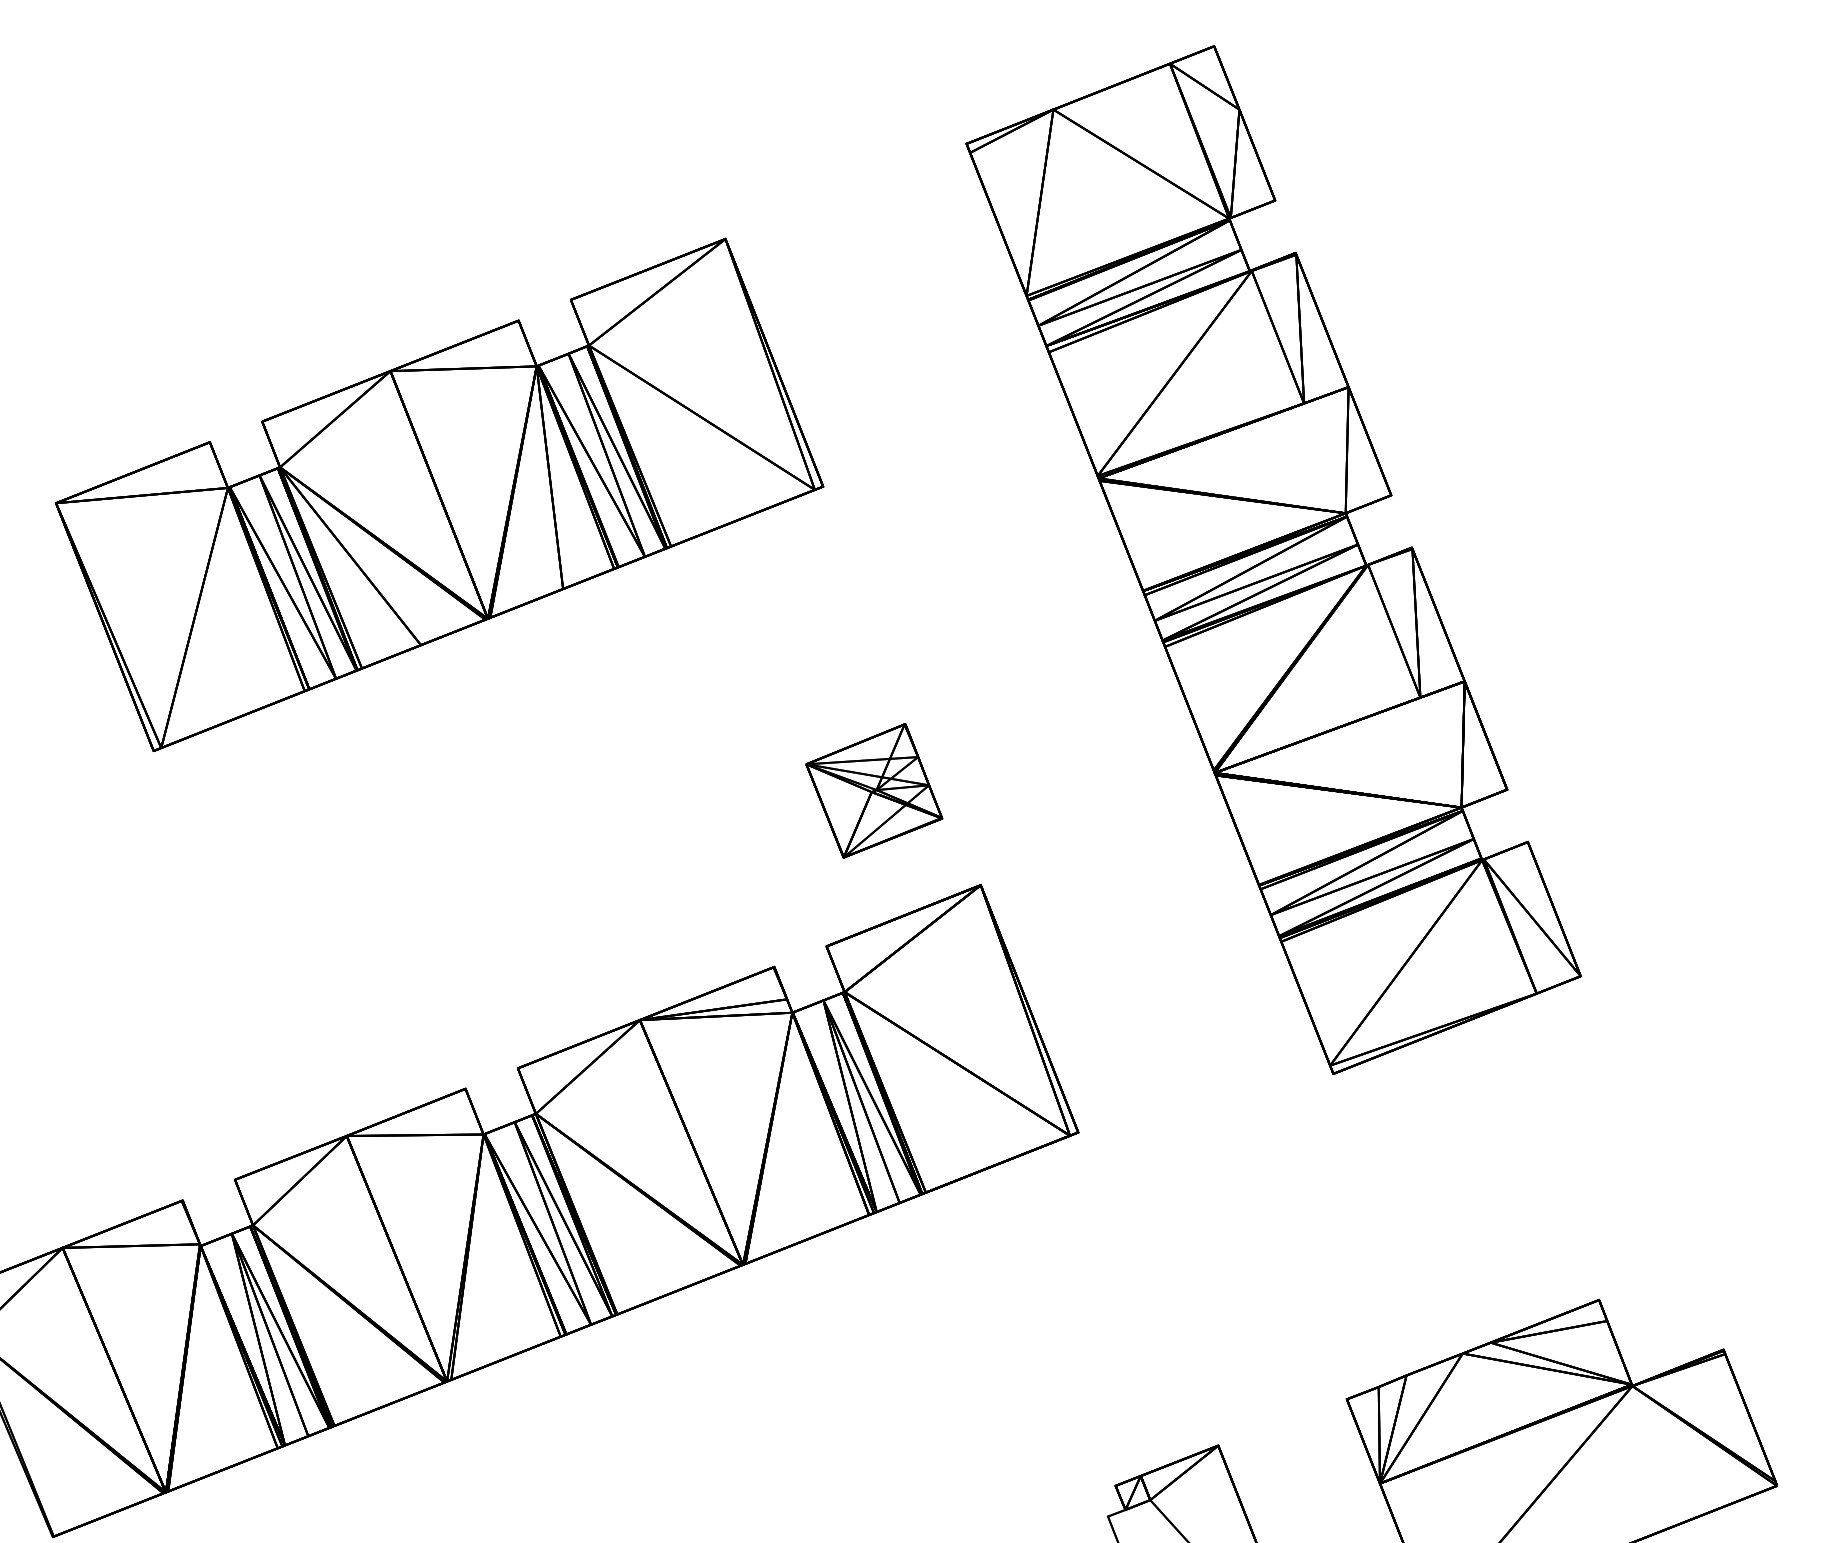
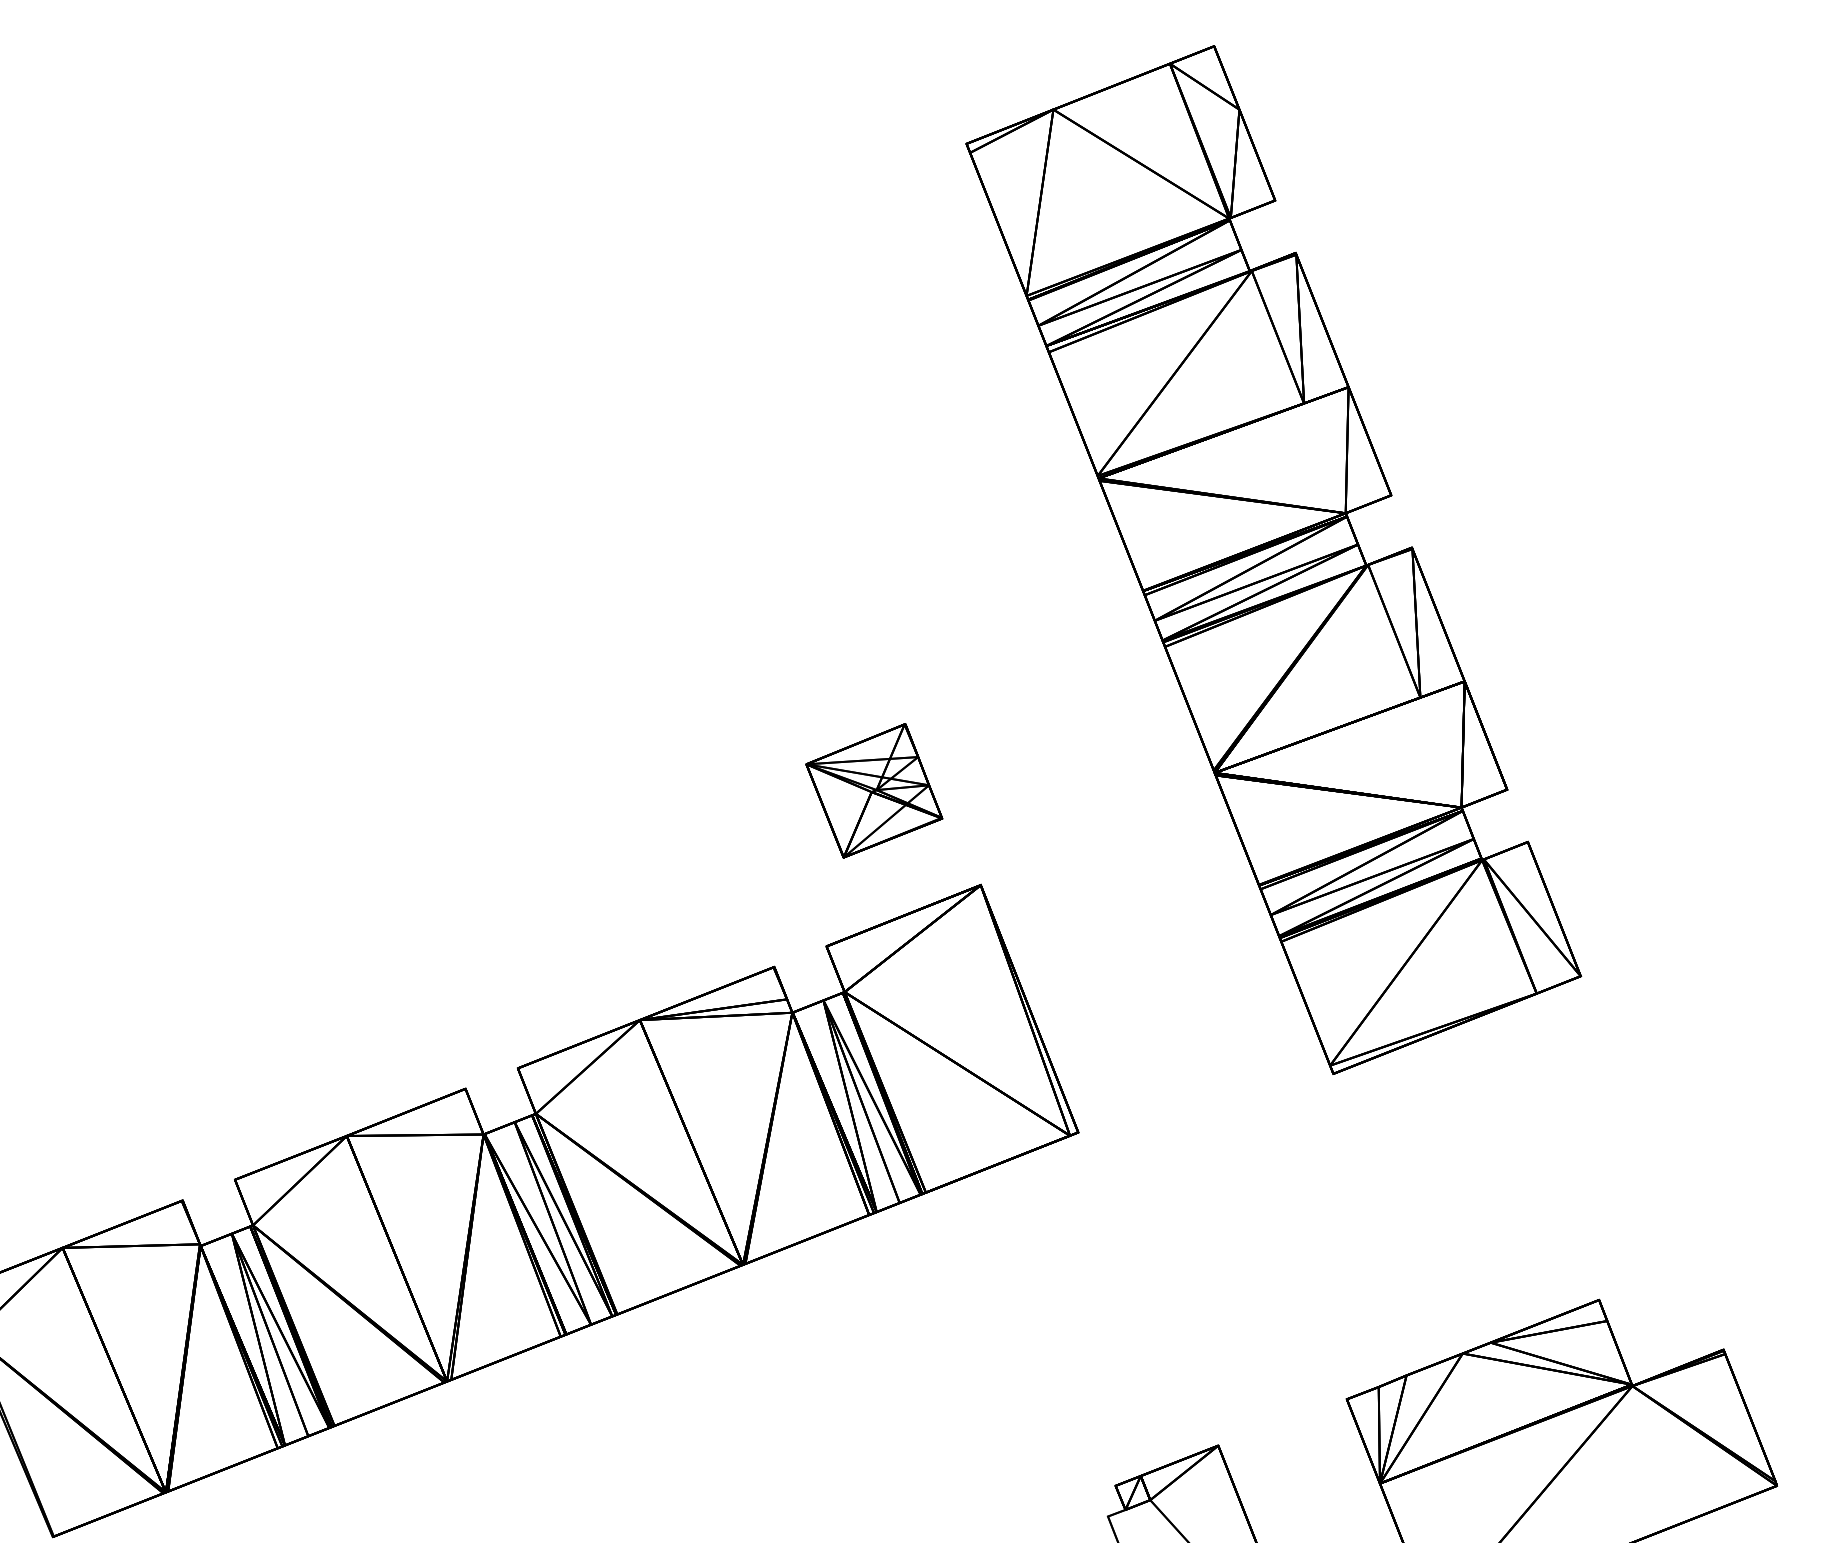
part at (439, 494): present -> none
